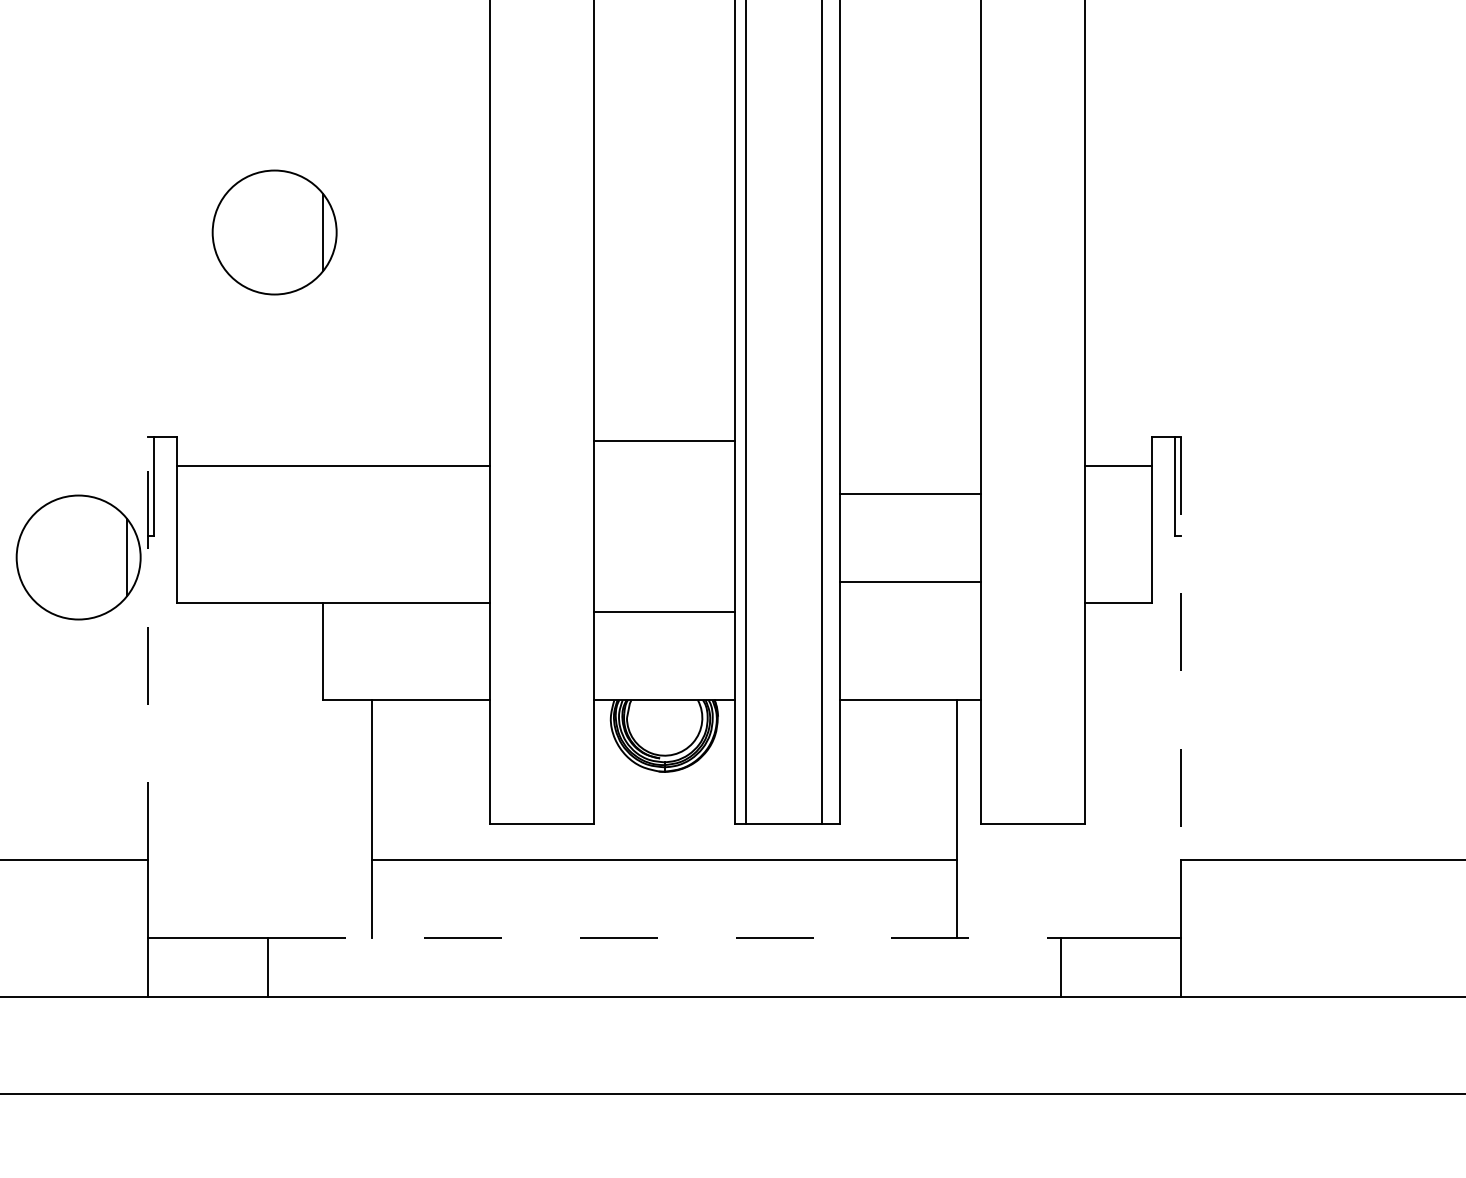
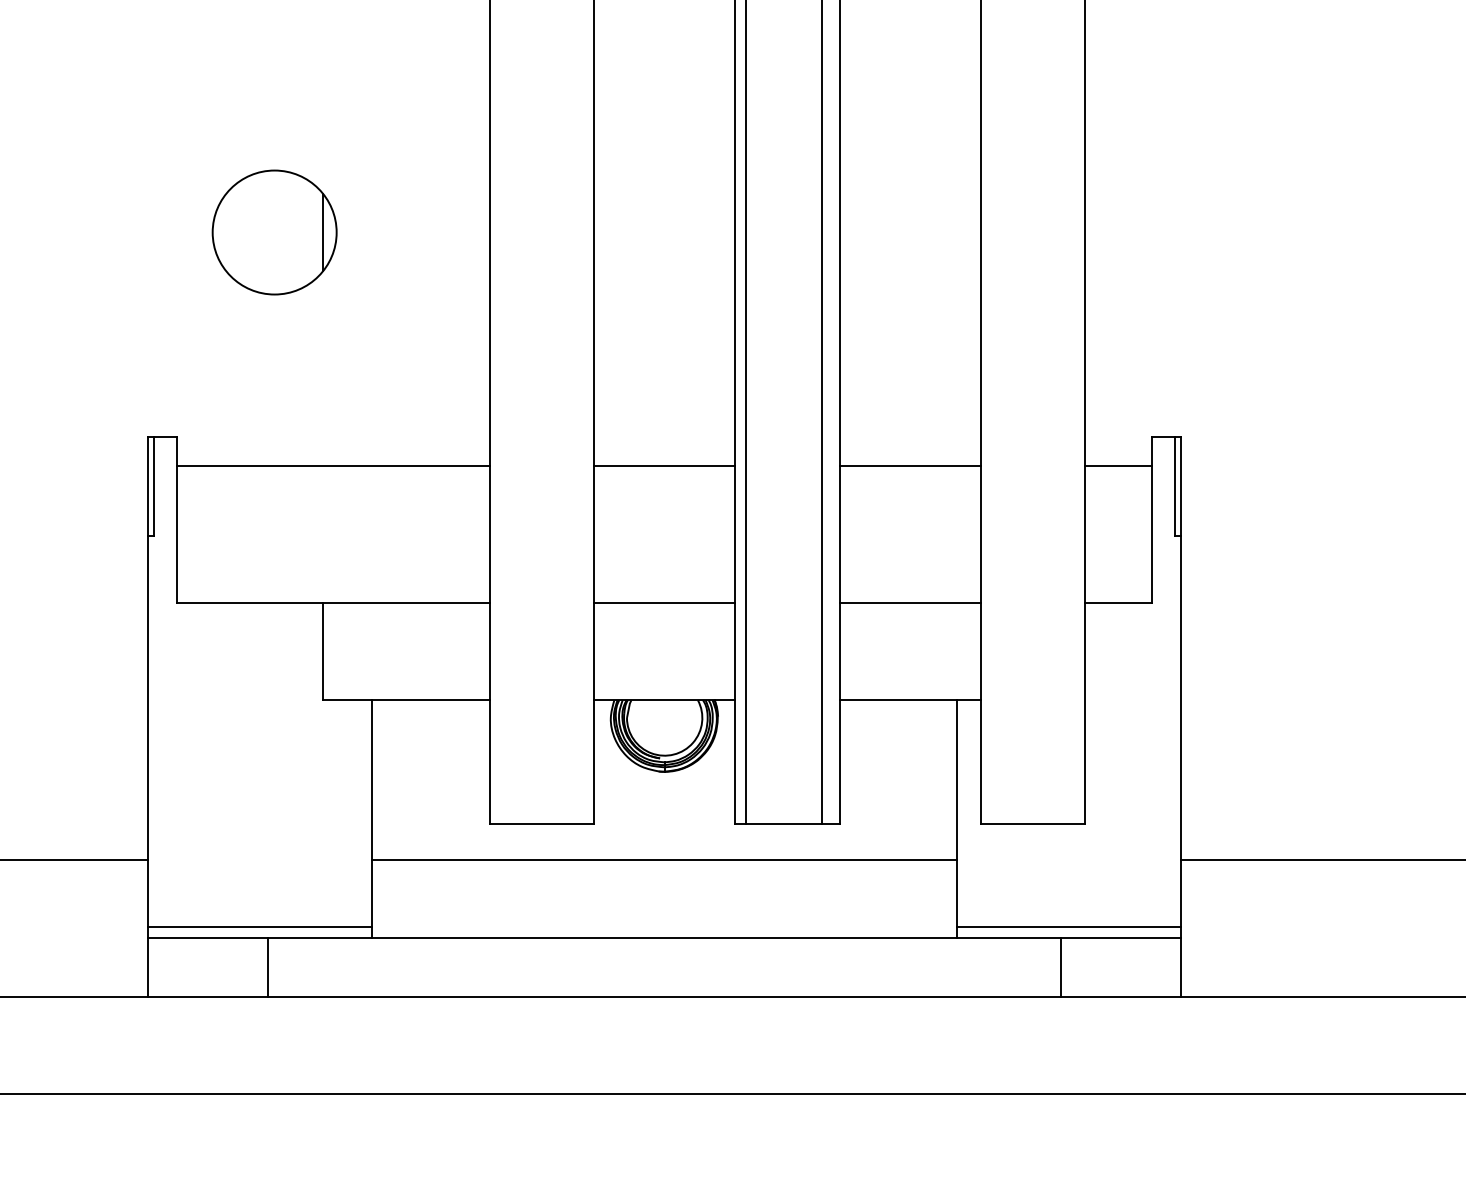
line at (664, 441) position: (664, 441) -> (664, 466)
line at (909, 494) position: (909, 494) -> (909, 466)
part at (78, 557): present -> none
line at (909, 581) position: (909, 581) -> (909, 602)
line at (664, 611) position: (664, 611) -> (664, 602)
line at (148, 648): dashed -> solid
line at (1181, 649): dashed -> solid
line at (260, 926): none -> present
line at (1069, 926): none -> present
line at (665, 938): dashed -> solid
